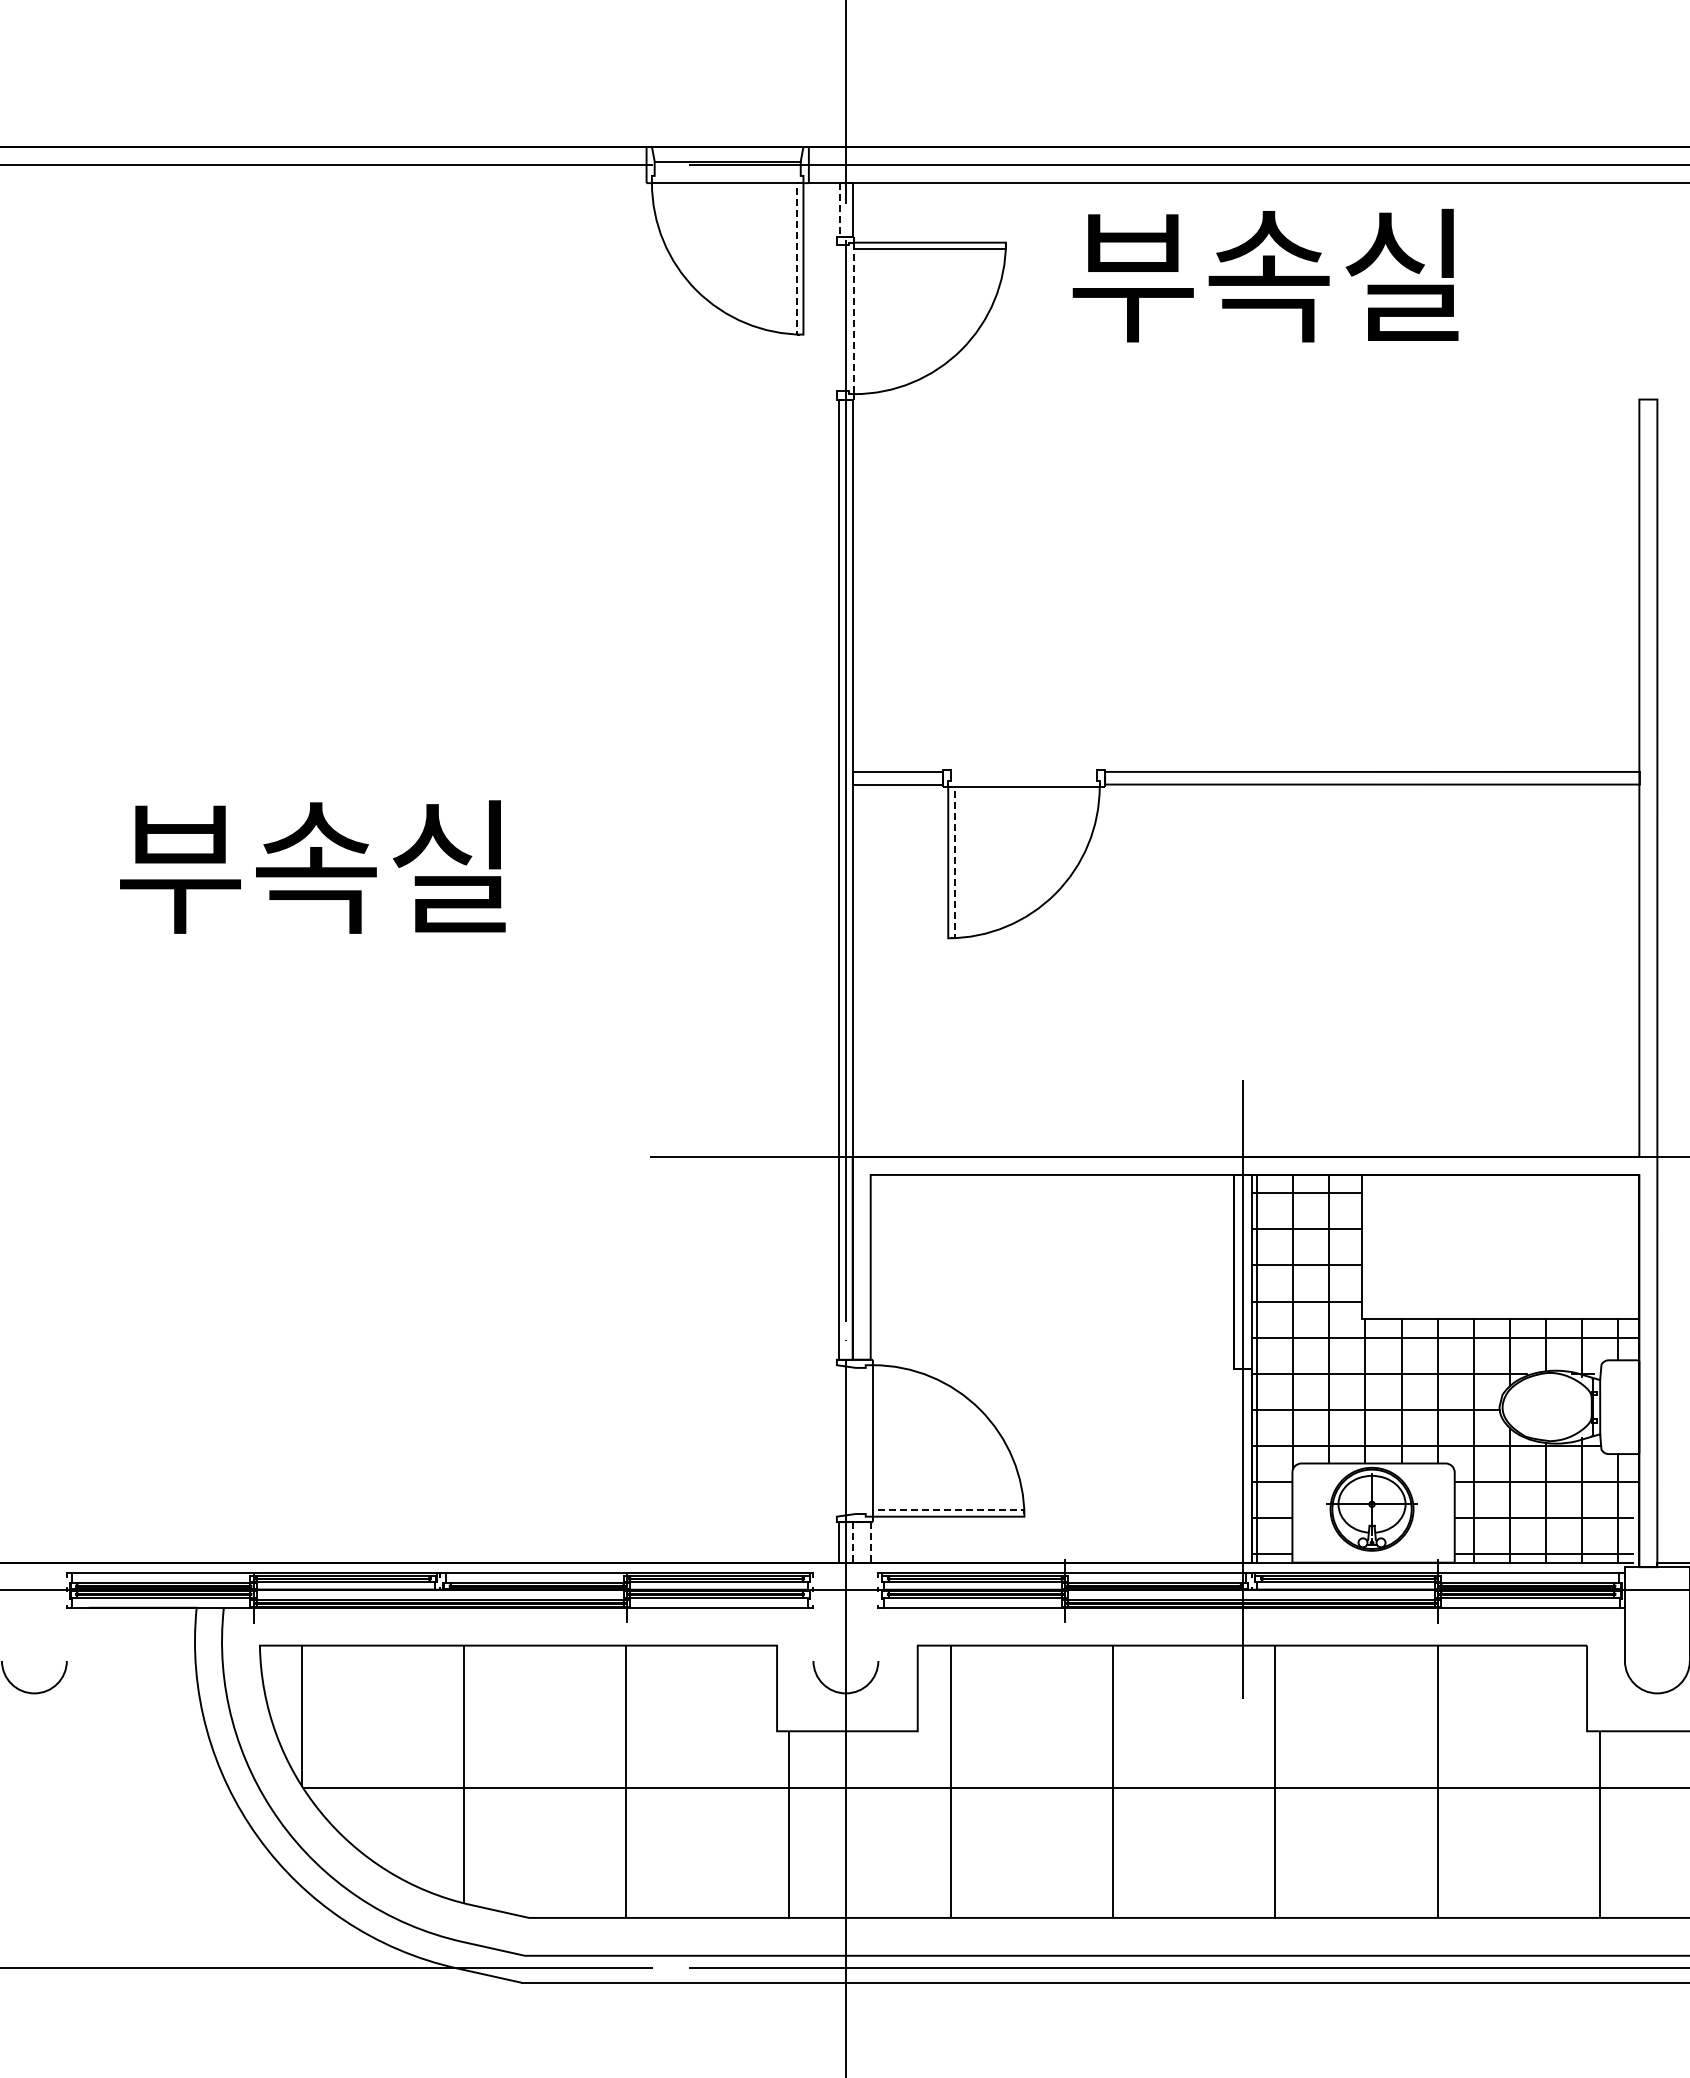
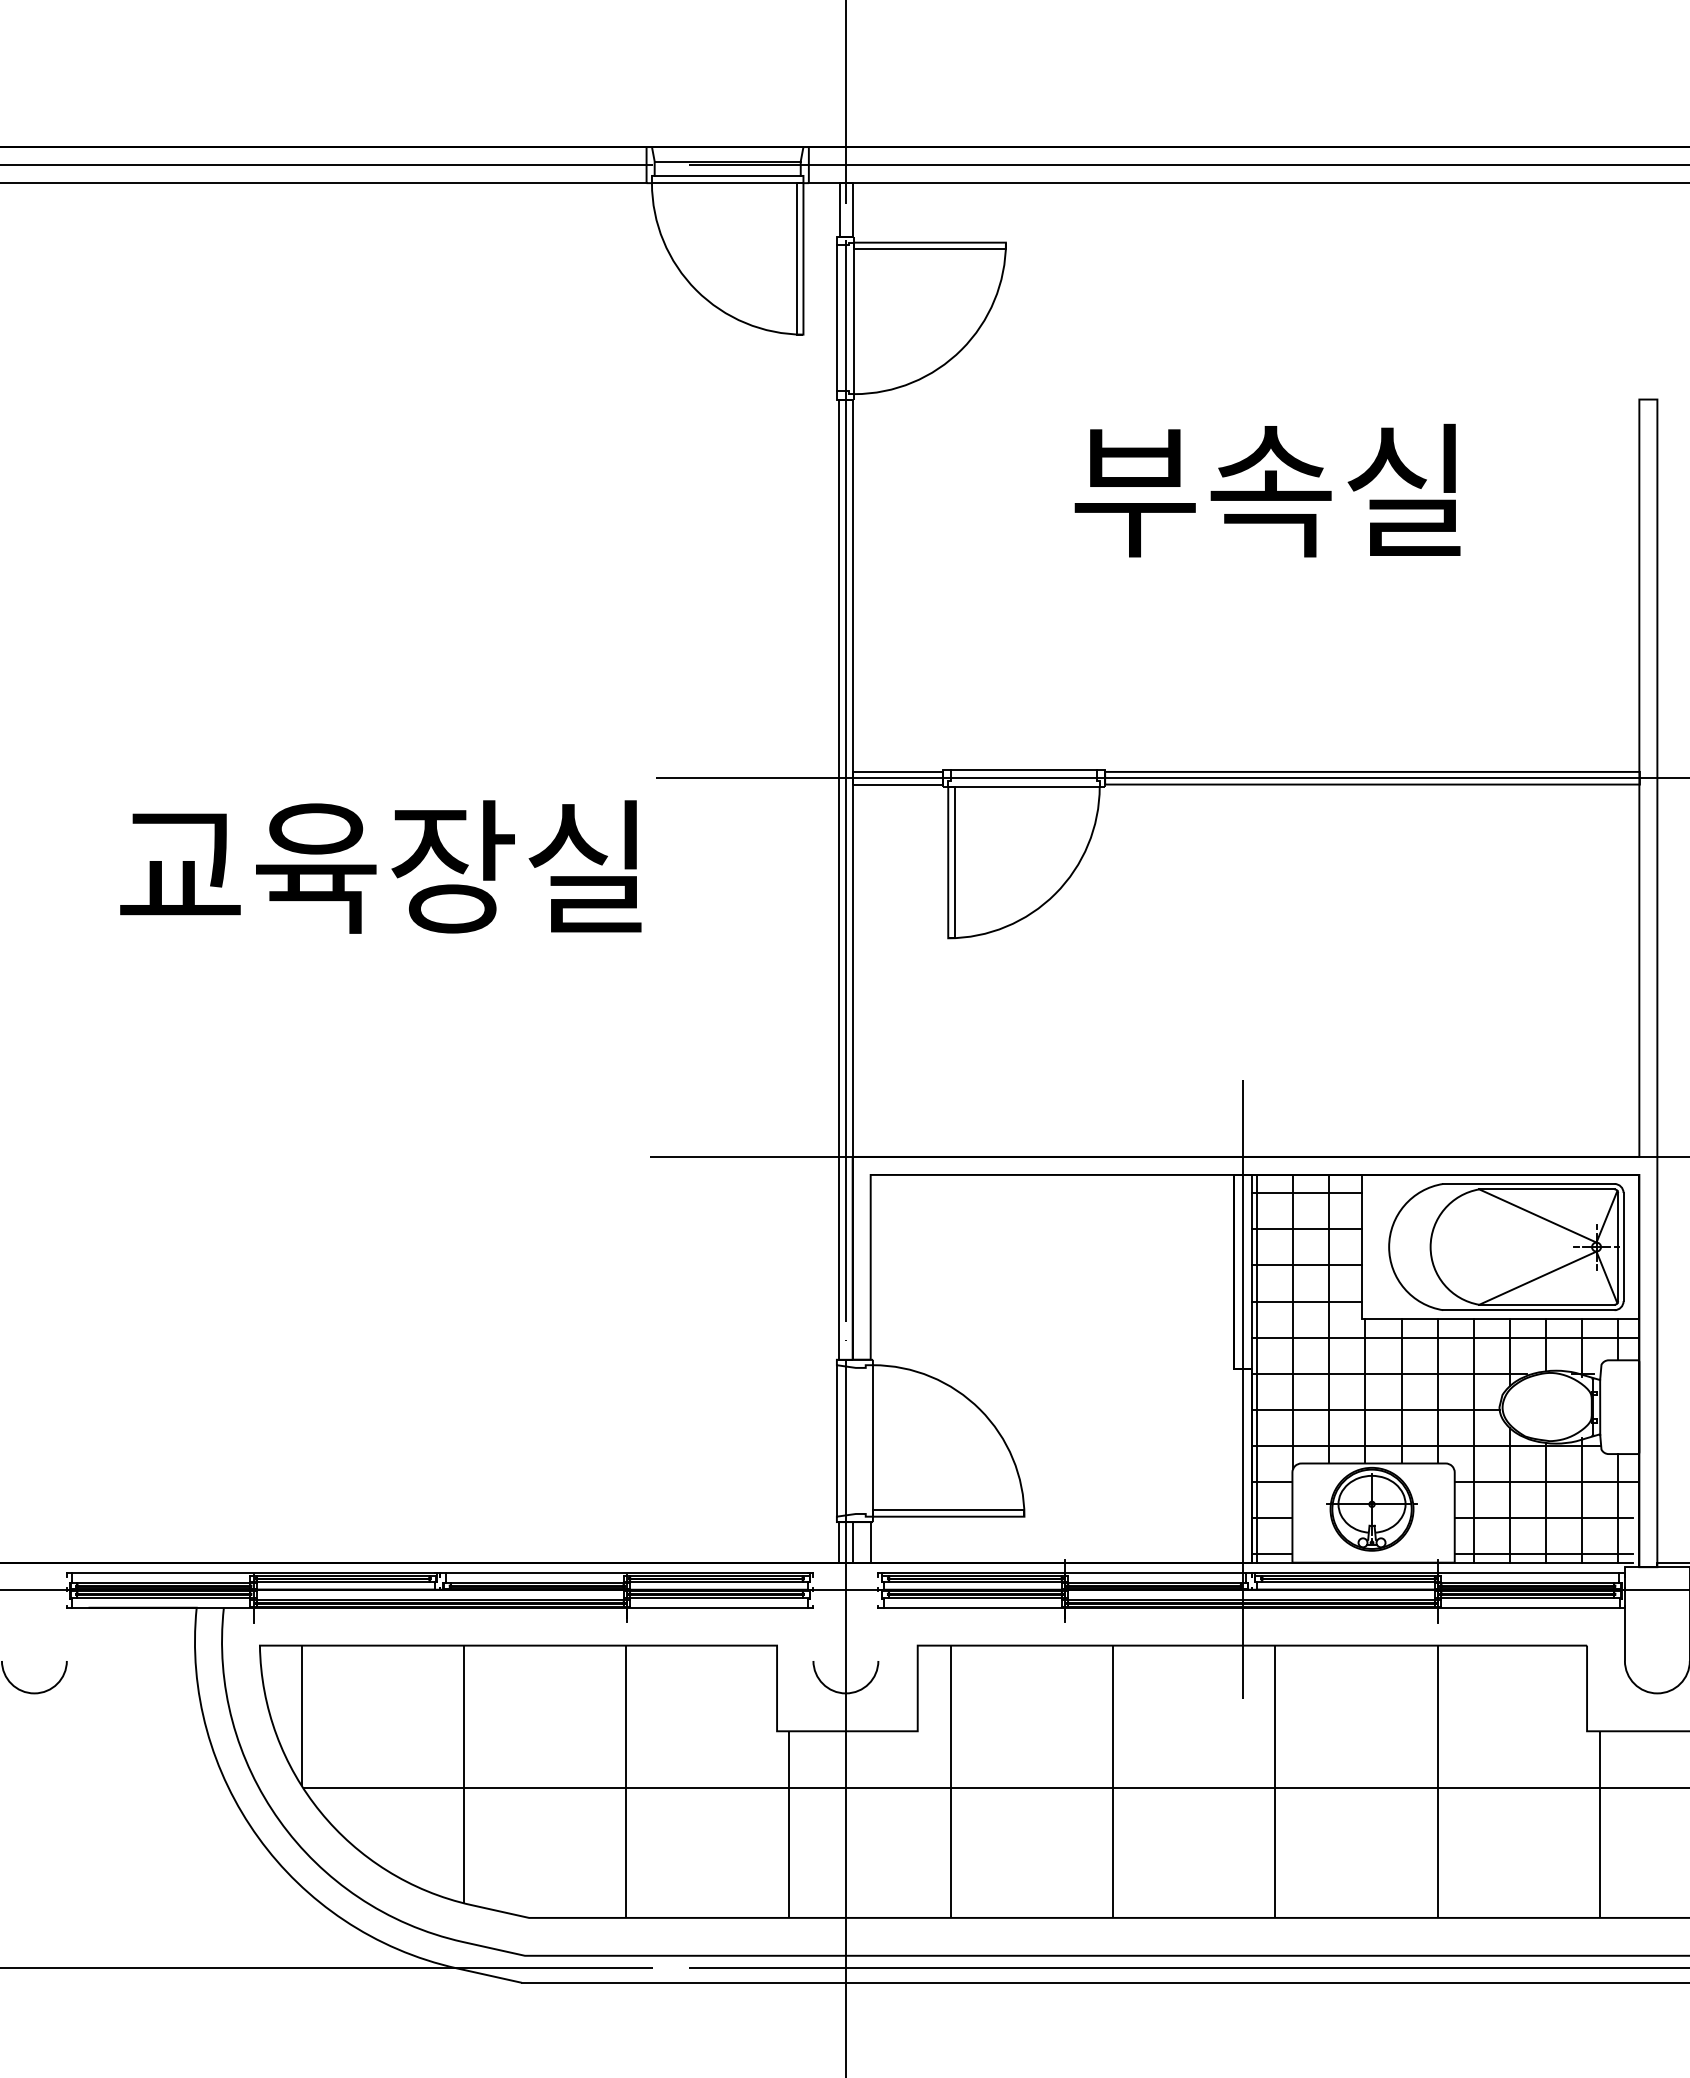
line at (727, 175): none -> present
line at (324, 183): none -> present
line at (840, 210): dashed -> solid
line at (797, 258): dashed -> solid
text at (1265, 275) position: (1265, 275) -> (1267, 490)
line at (837, 318): none -> present
line at (854, 318): dashed -> solid
line at (1023, 769): none -> present
line at (1171, 778): none -> present
line at (954, 862): dashed -> solid
text at (380, 866): 부속실 -> 교육장실
part at (1506, 1246): none -> present
line at (836, 1440): none -> present
line at (948, 1510): dashed -> solid
line at (852, 1542): dashed -> solid
line at (870, 1542): dashed -> solid
